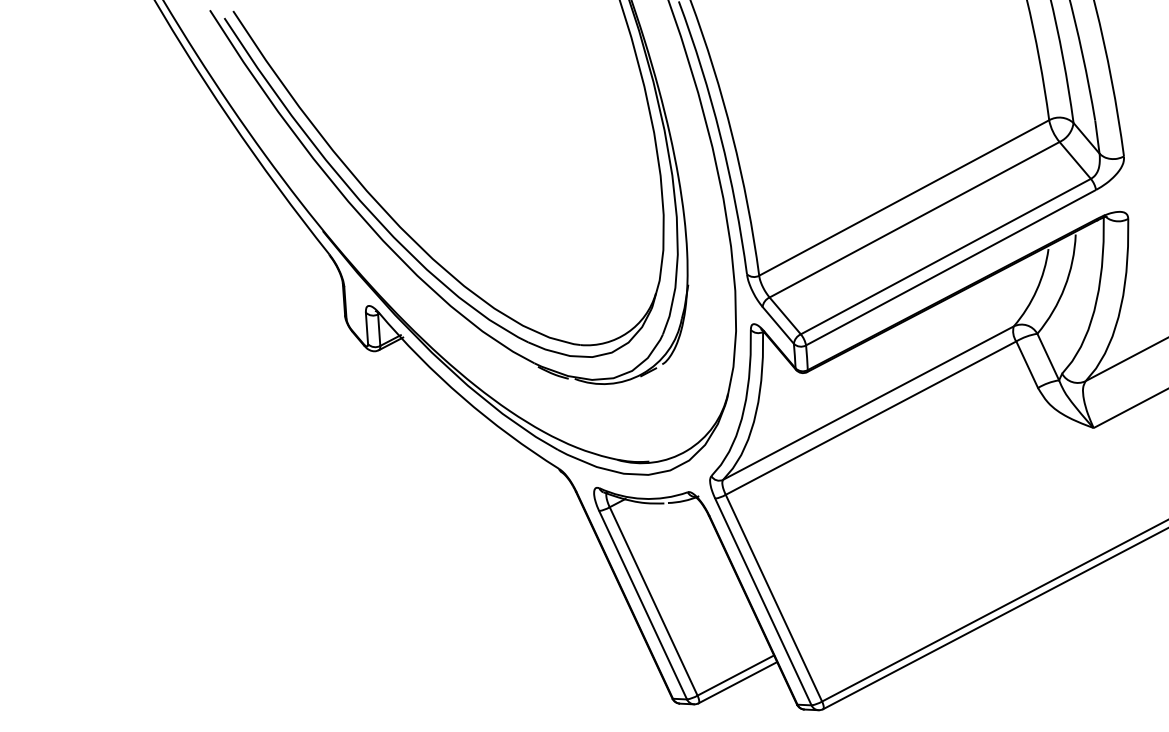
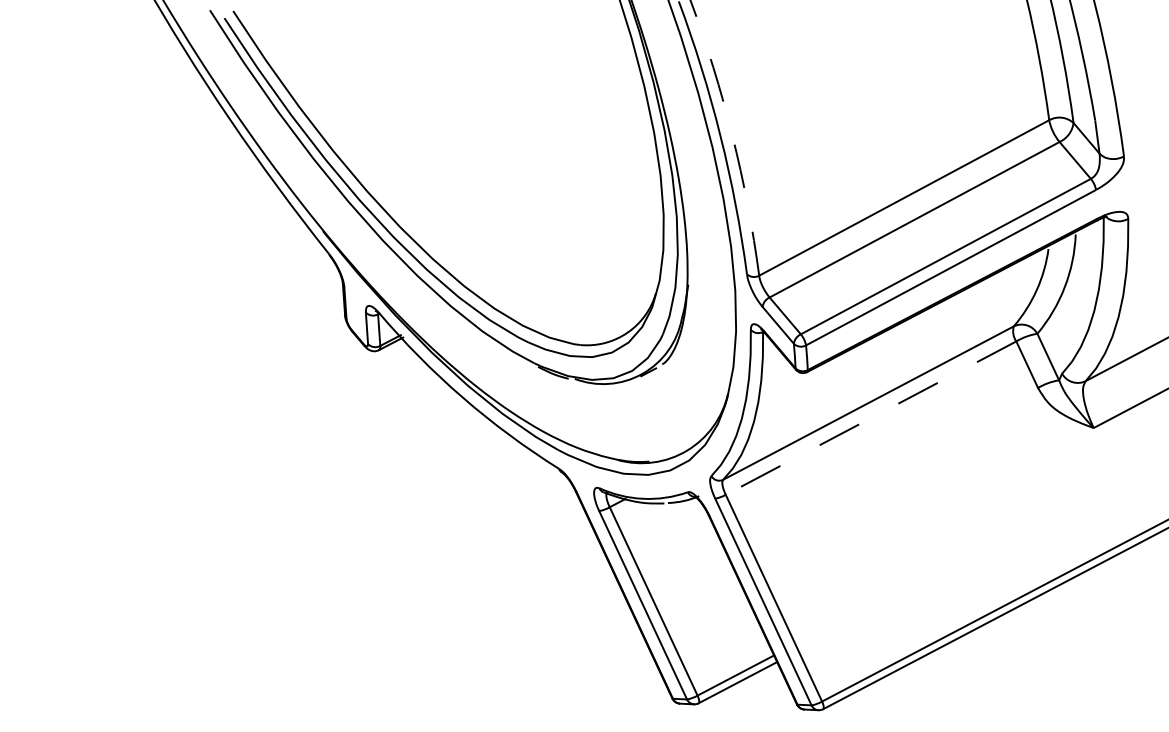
arc at (732, 135): solid -> dashed
line at (870, 418): solid -> dashed
